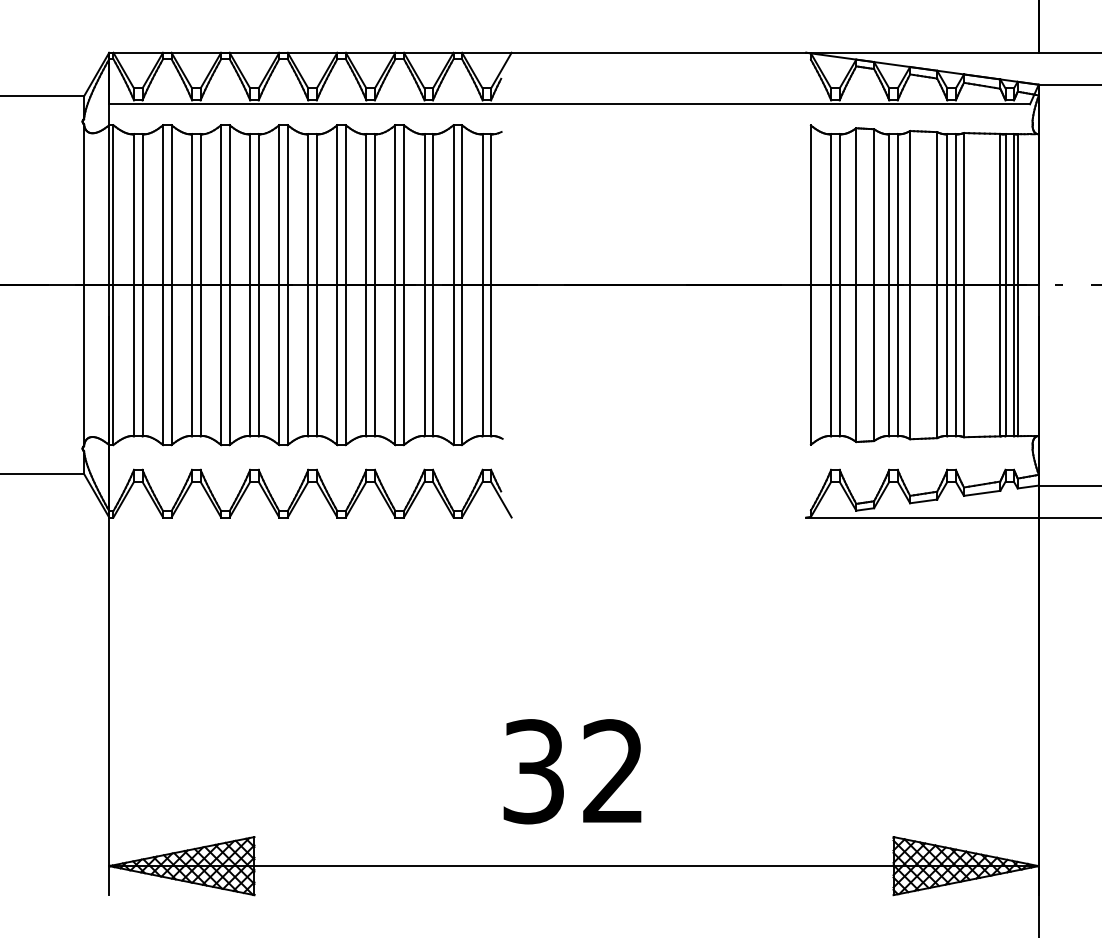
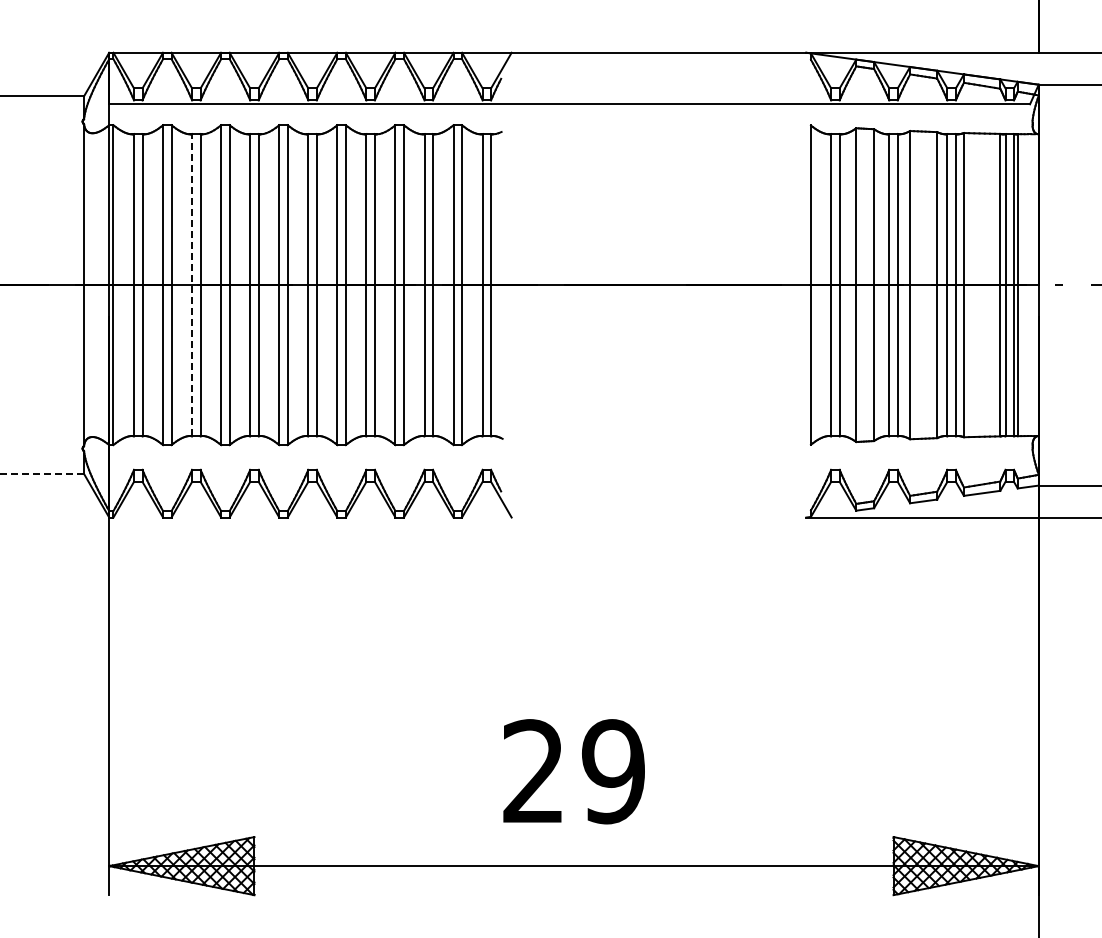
line at (192, 284): solid -> dashed
line at (42, 473): solid -> dashed
text at (573, 771): 32 -> 29
